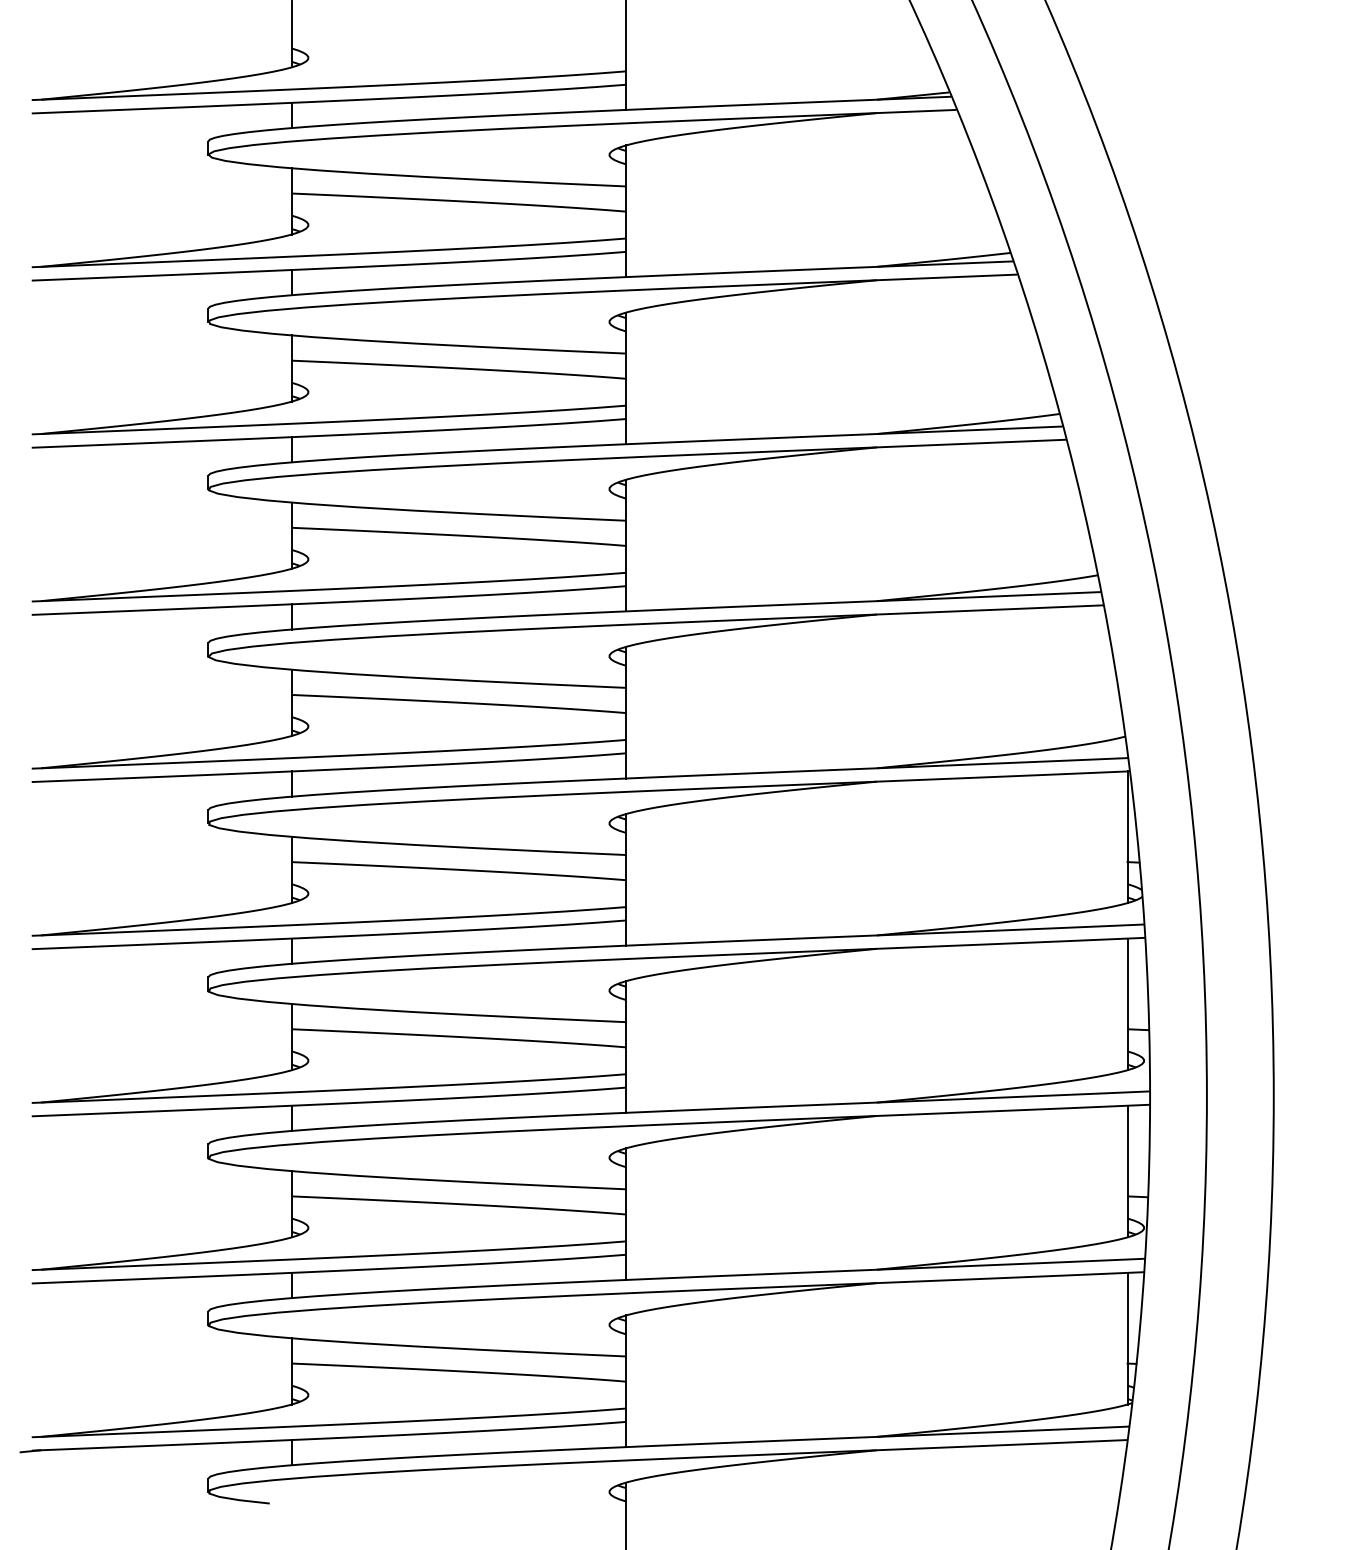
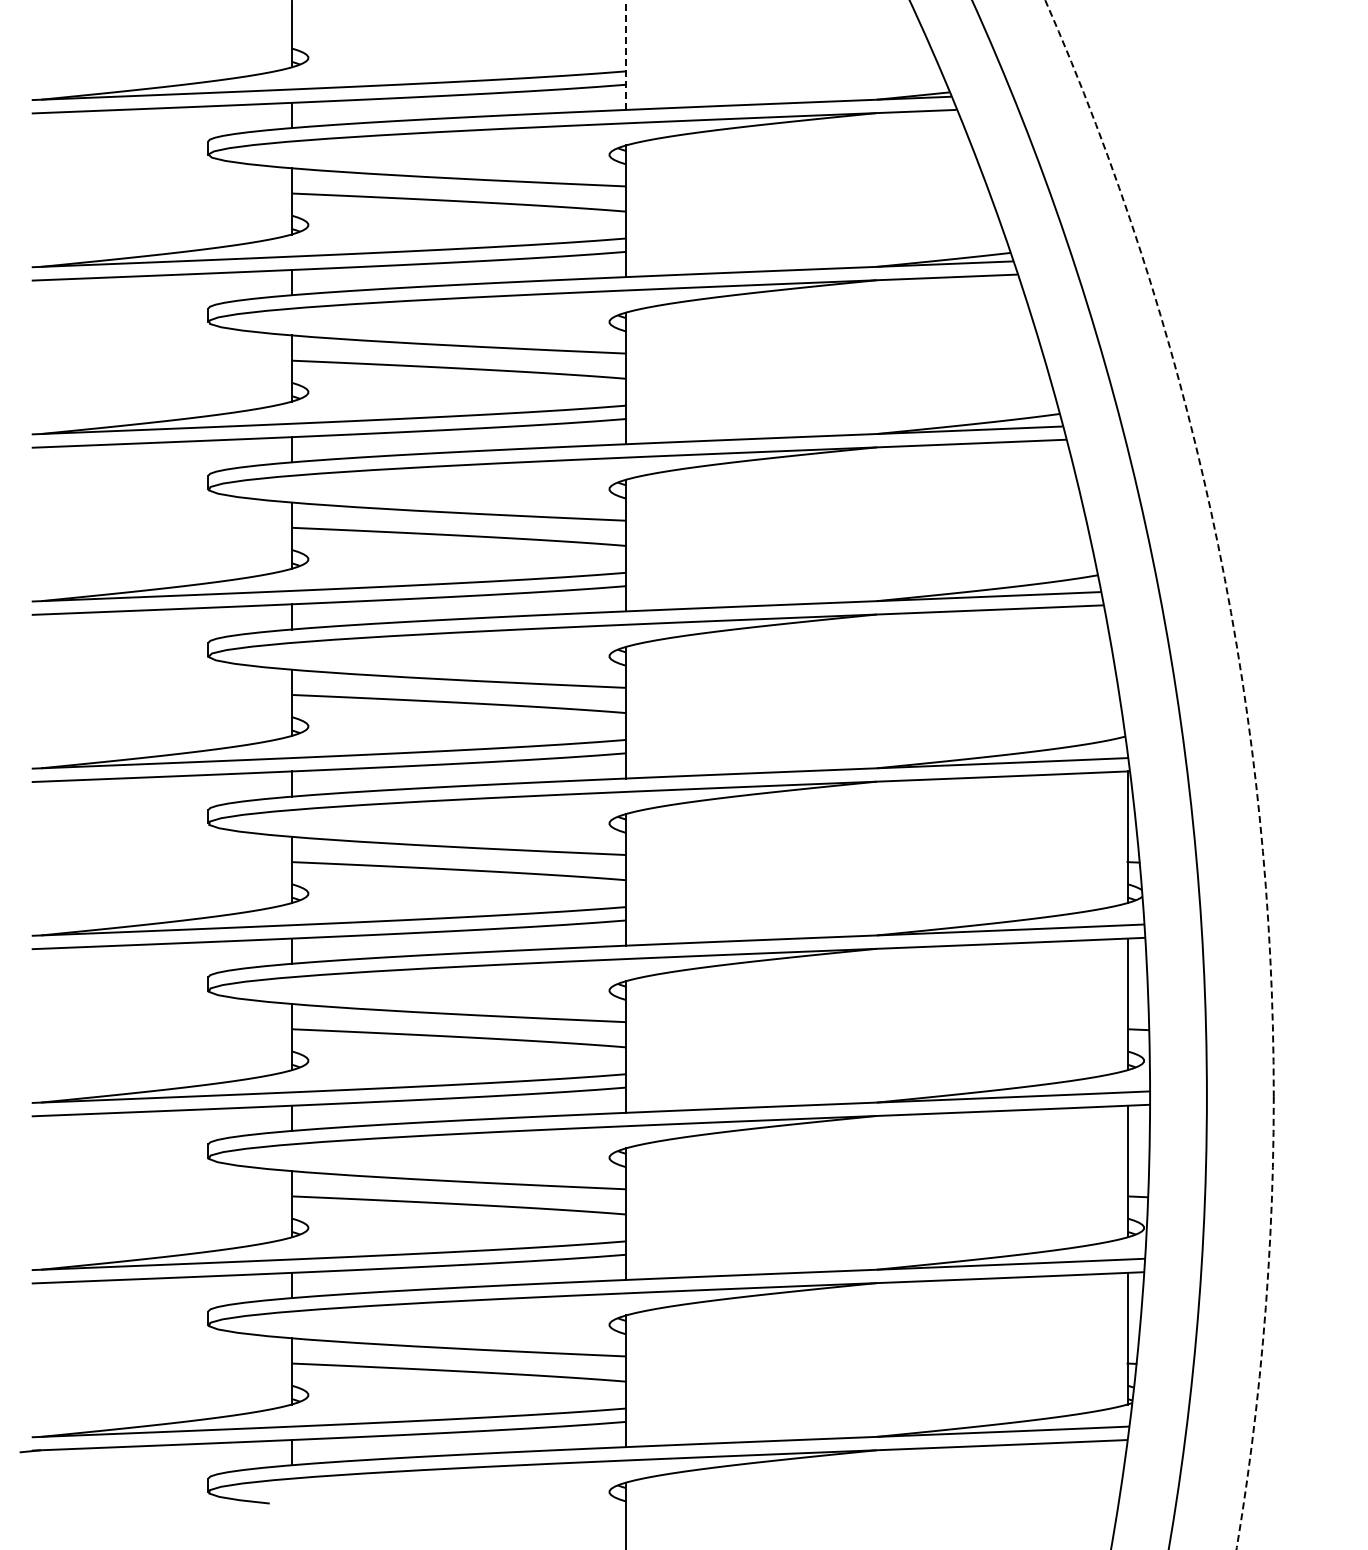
line at (626, 55): solid -> dashed
circle at (1159, 774): solid -> dashed
